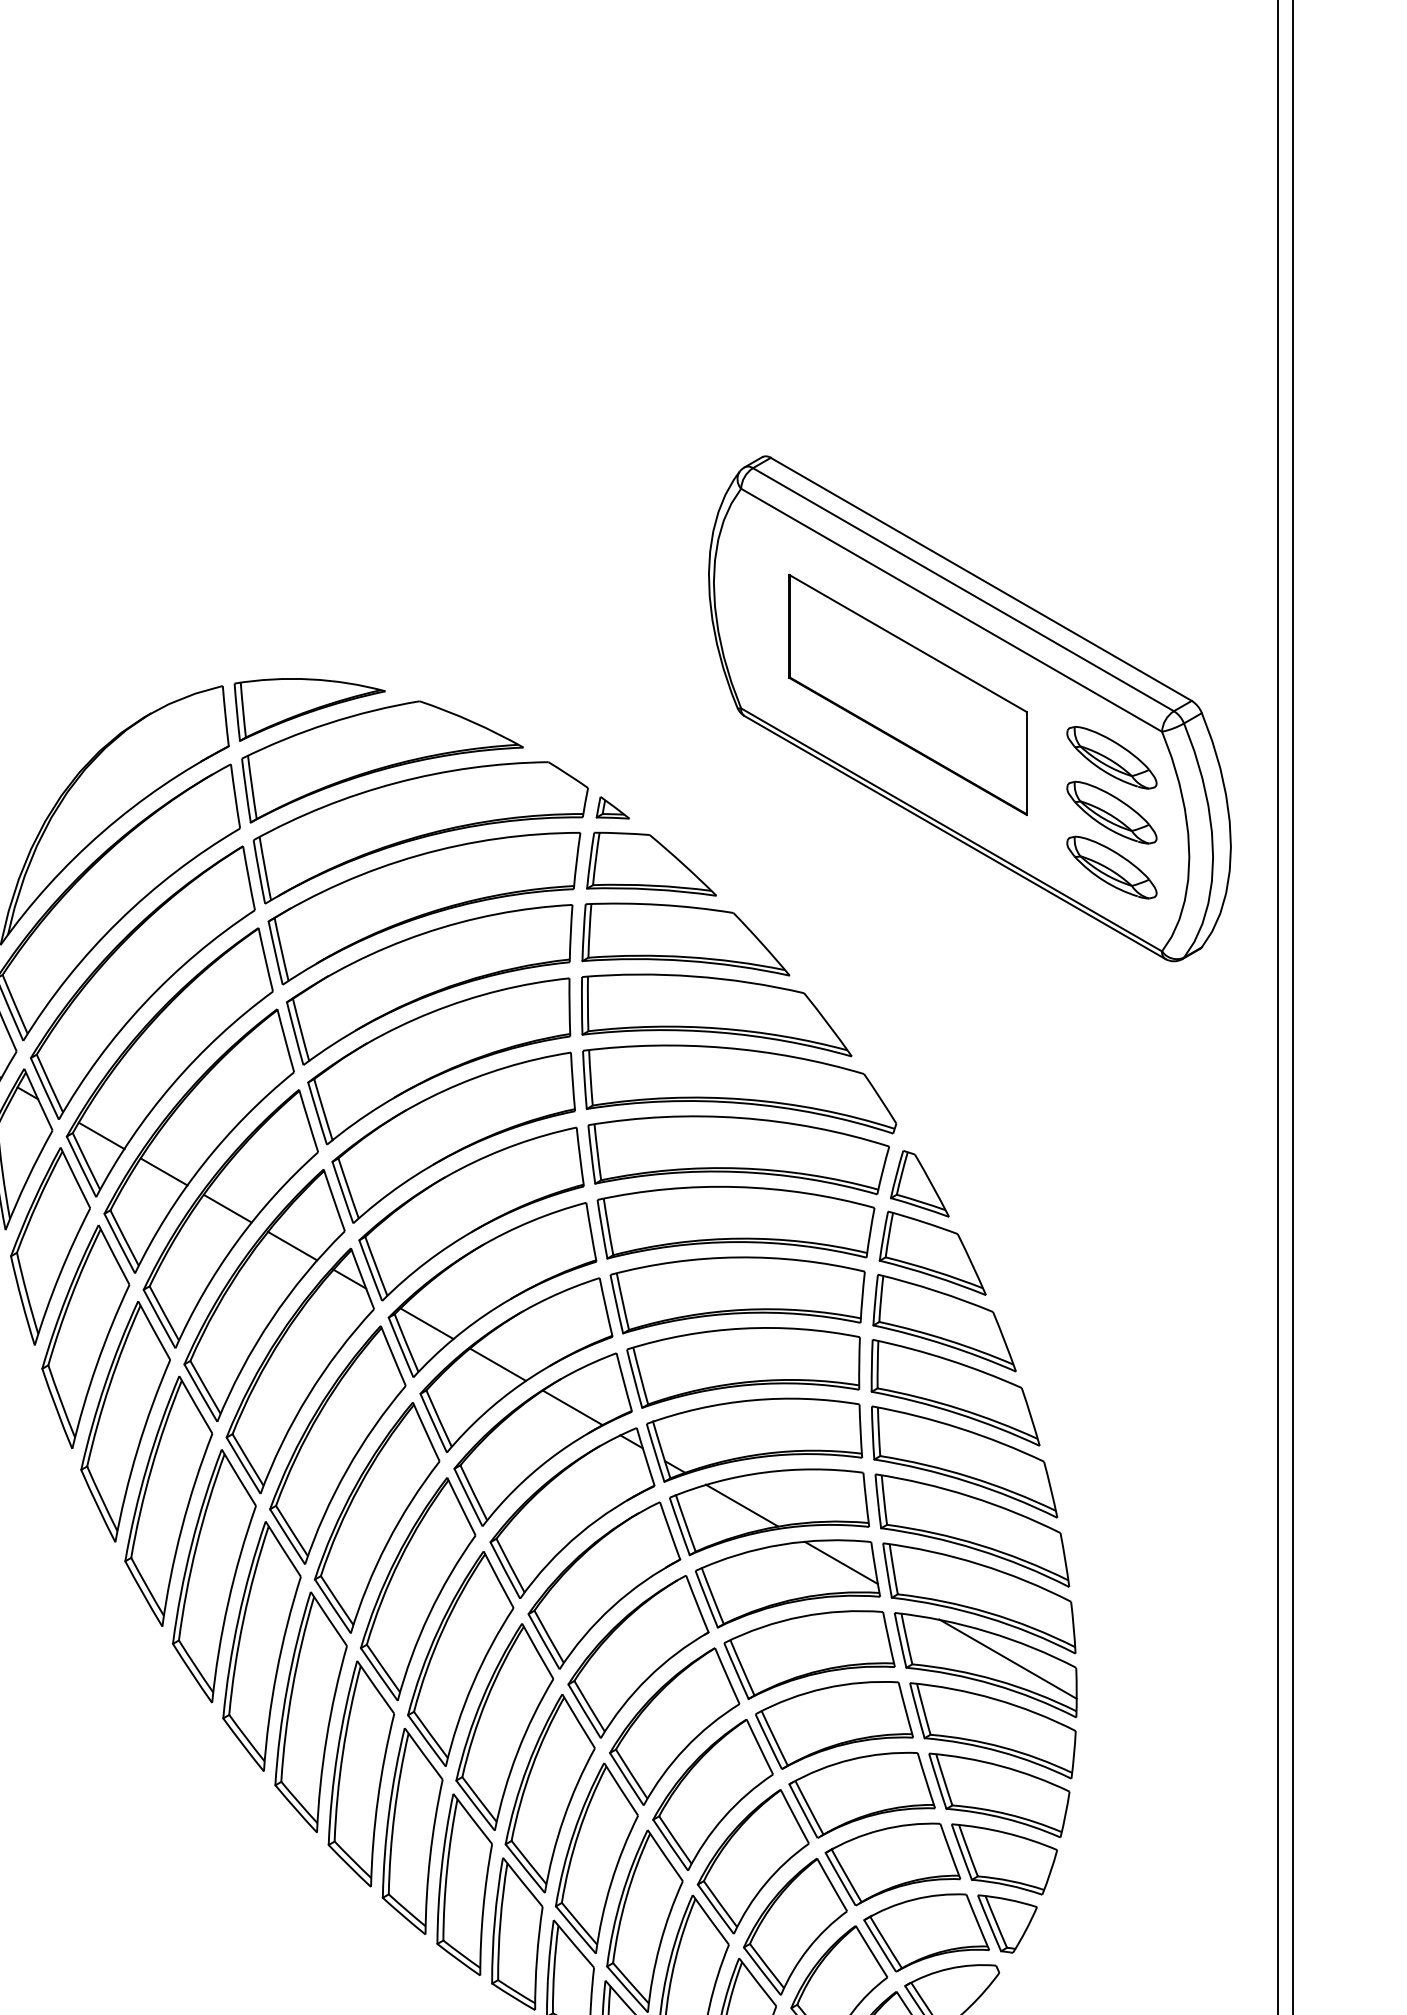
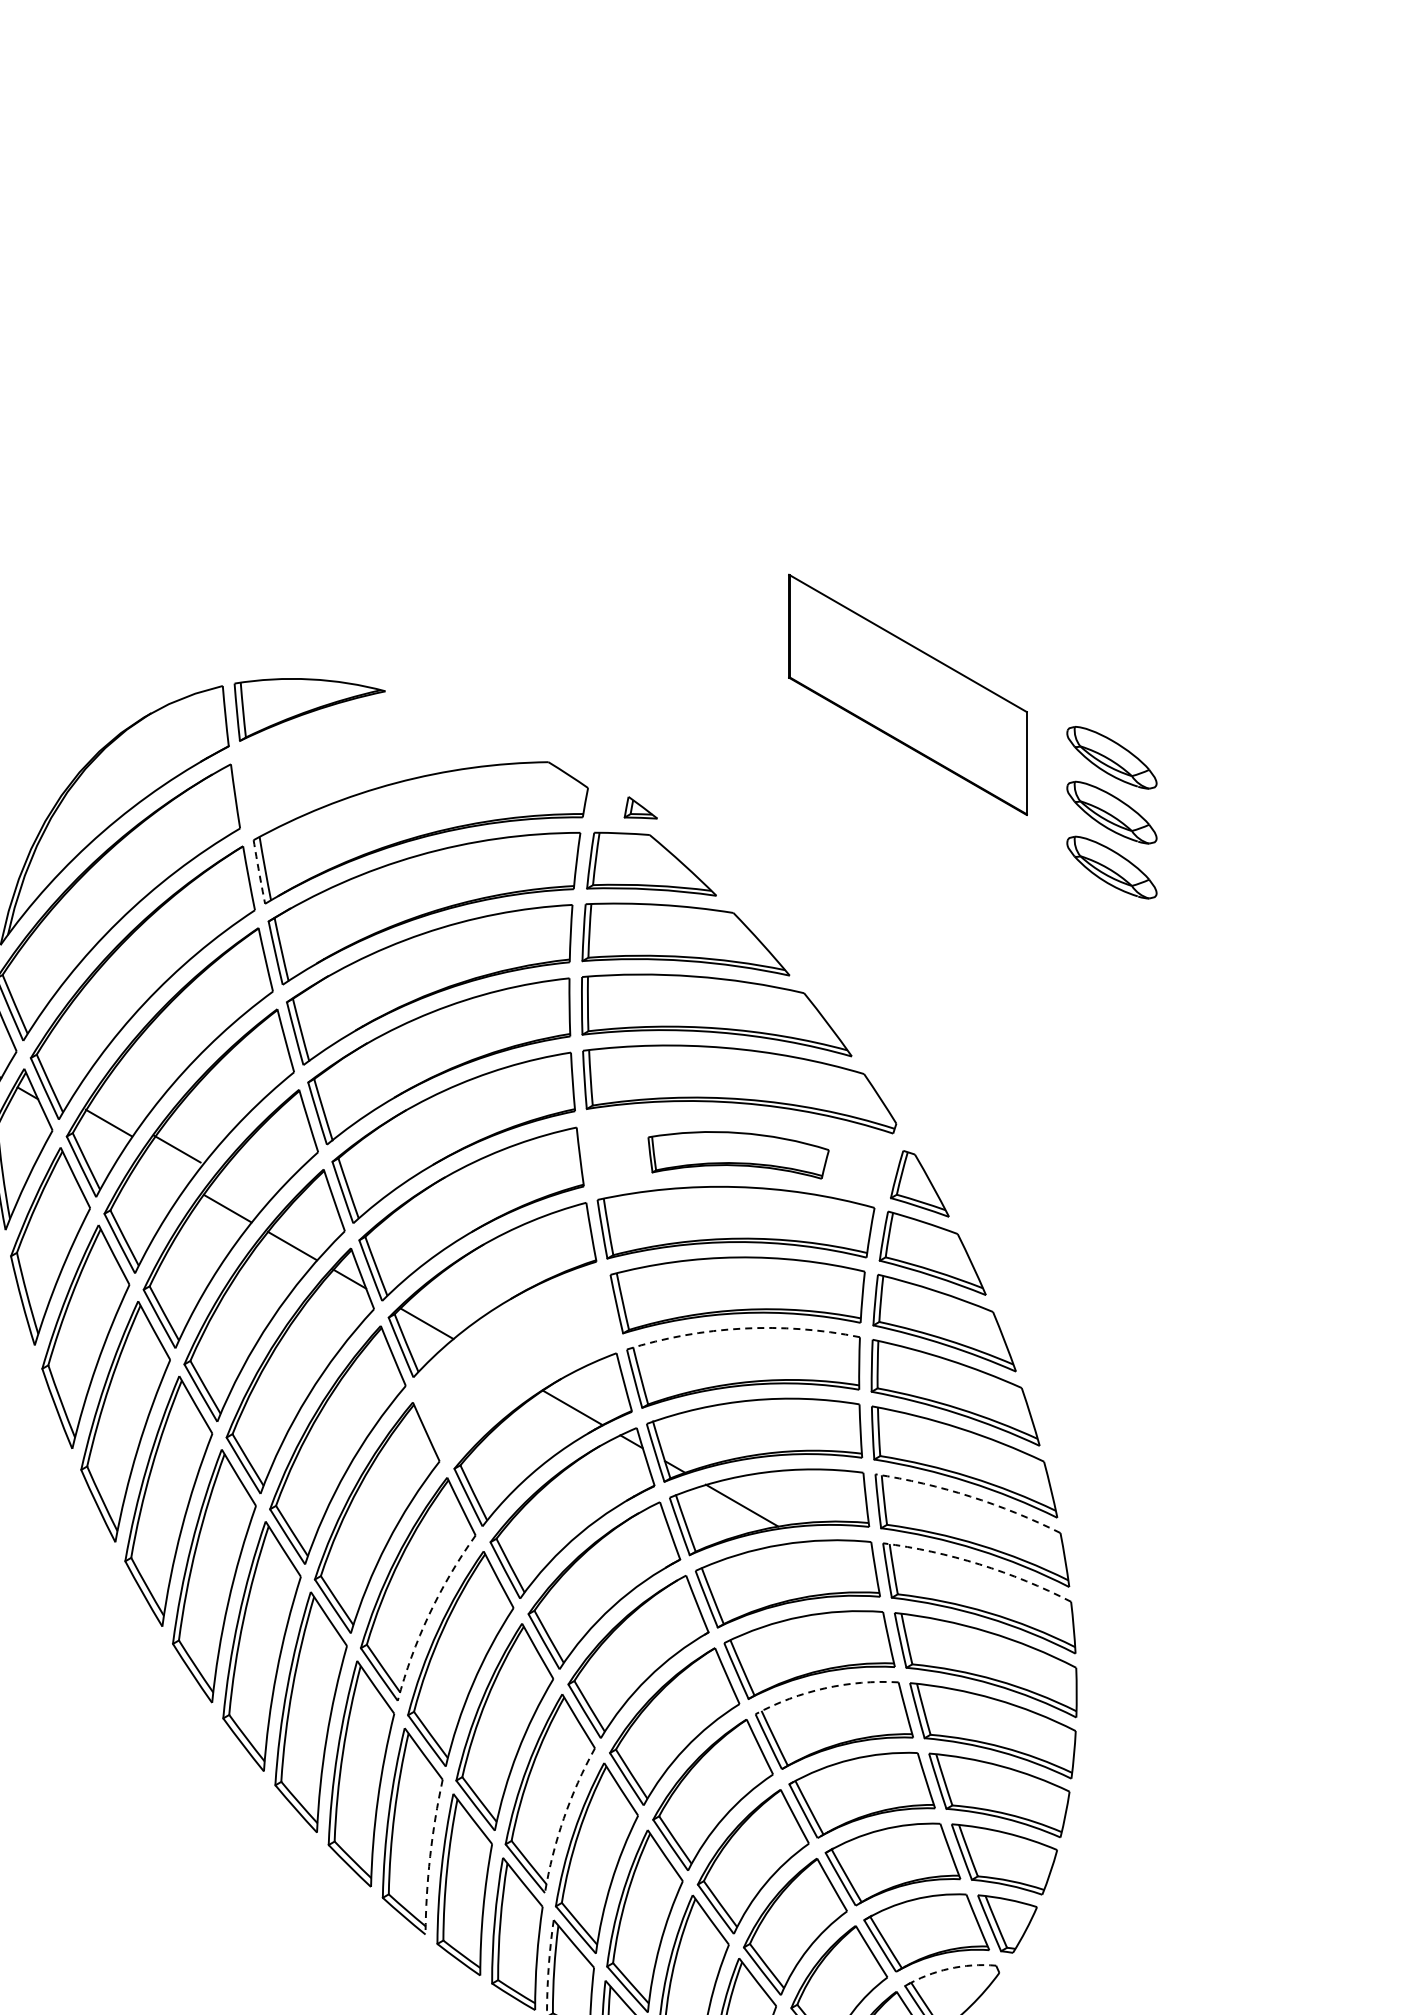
part at (969, 708): present -> none
part at (382, 761): present -> none
part at (612, 807) position: (612, 807) -> (640, 807)
arc at (259, 872): solid -> dashed
line at (1278, 1006): present -> none
line at (1293, 1006): present -> none
line at (101, 1135) position: (101, 1135) -> (108, 1122)
part at (738, 1155) size: 303x81 px -> 183x49 px
line at (163, 1171) position: (163, 1171) -> (176, 1148)
arc at (742, 1328): solid -> dashed
part at (516, 1364): present -> none
arc at (970, 1496): solid -> dashed
line at (840, 1562): present -> none
arc at (979, 1564): solid -> dashed
arc at (429, 1614): solid -> dashed
line at (1007, 1658): present -> none
arc at (824, 1688): solid -> dashed
arc at (563, 1818): solid -> dashed
arc at (430, 1856): solid -> dashed
arc at (548, 1968): solid -> dashed
arc at (949, 1968): solid -> dashed
